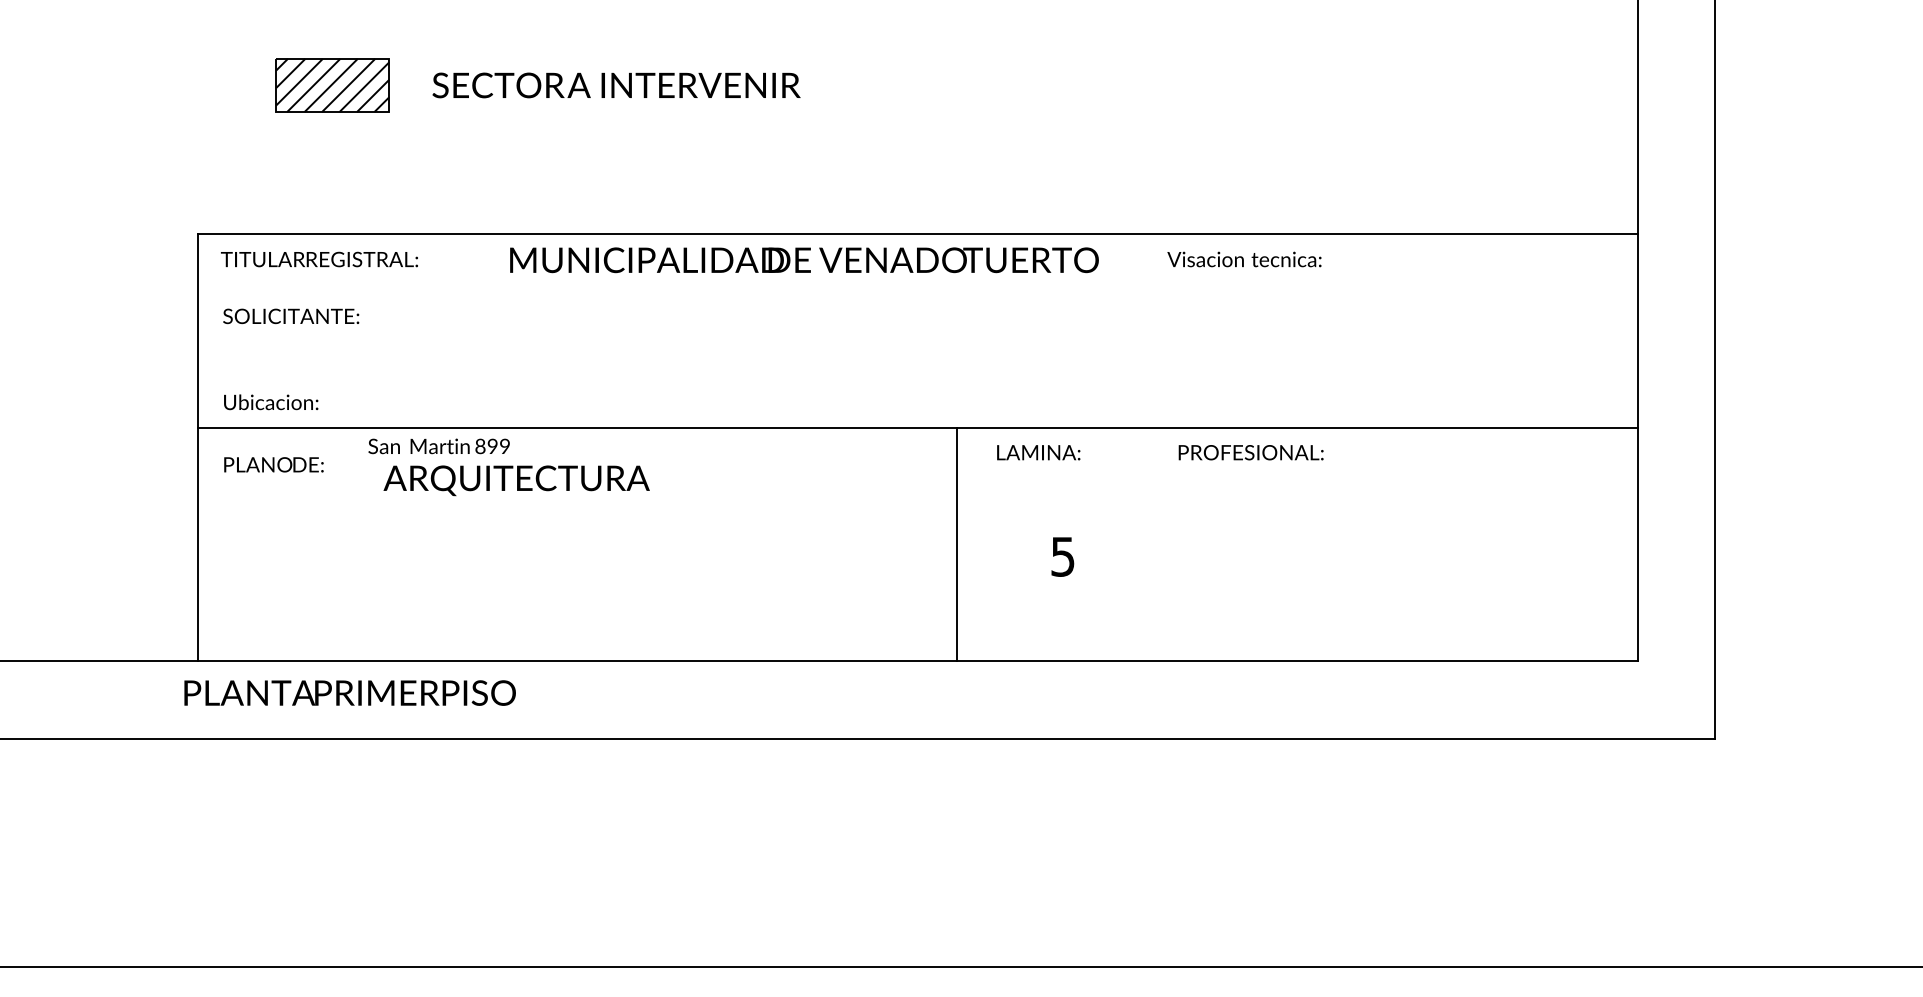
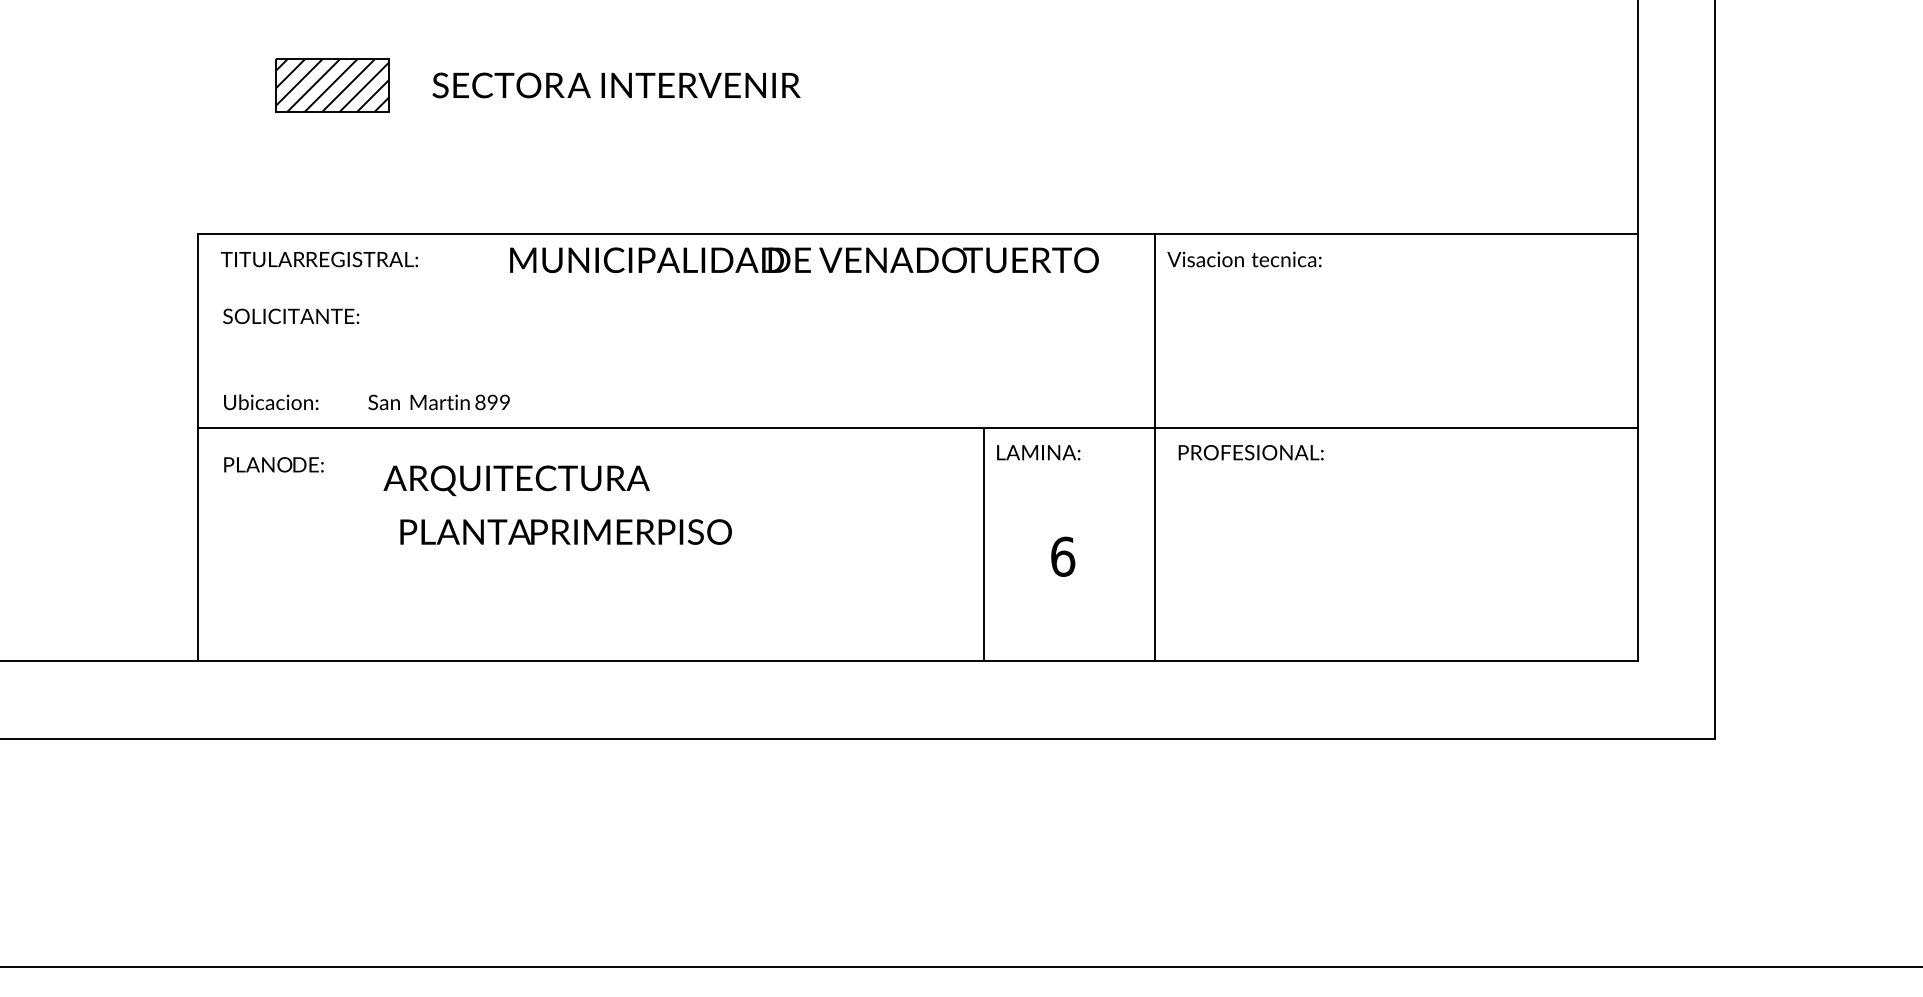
text at (438, 446) position: (438, 446) -> (438, 402)
line at (1155, 447): none -> present
line at (957, 544) position: (957, 544) -> (984, 544)
text at (1063, 556): 5 -> 6
text at (349, 692) position: (349, 692) -> (565, 531)
